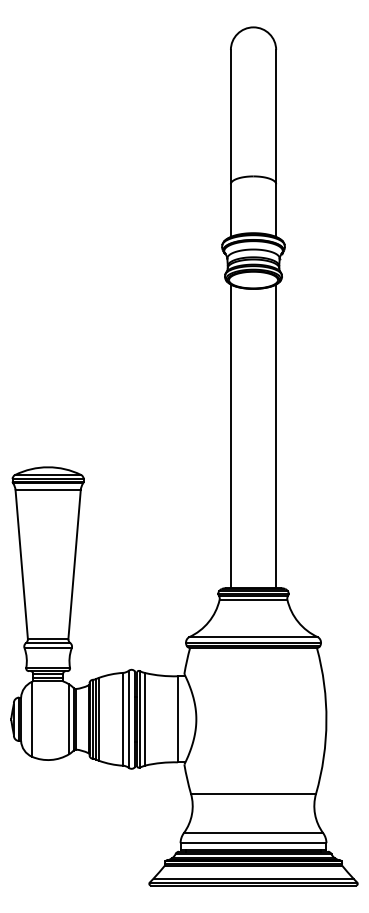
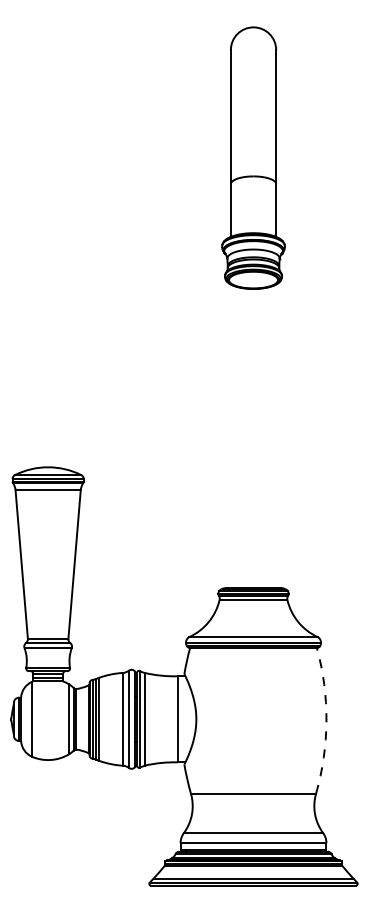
line at (230, 436): present -> none
line at (276, 436): present -> none
arc at (326, 720): solid -> dashed
